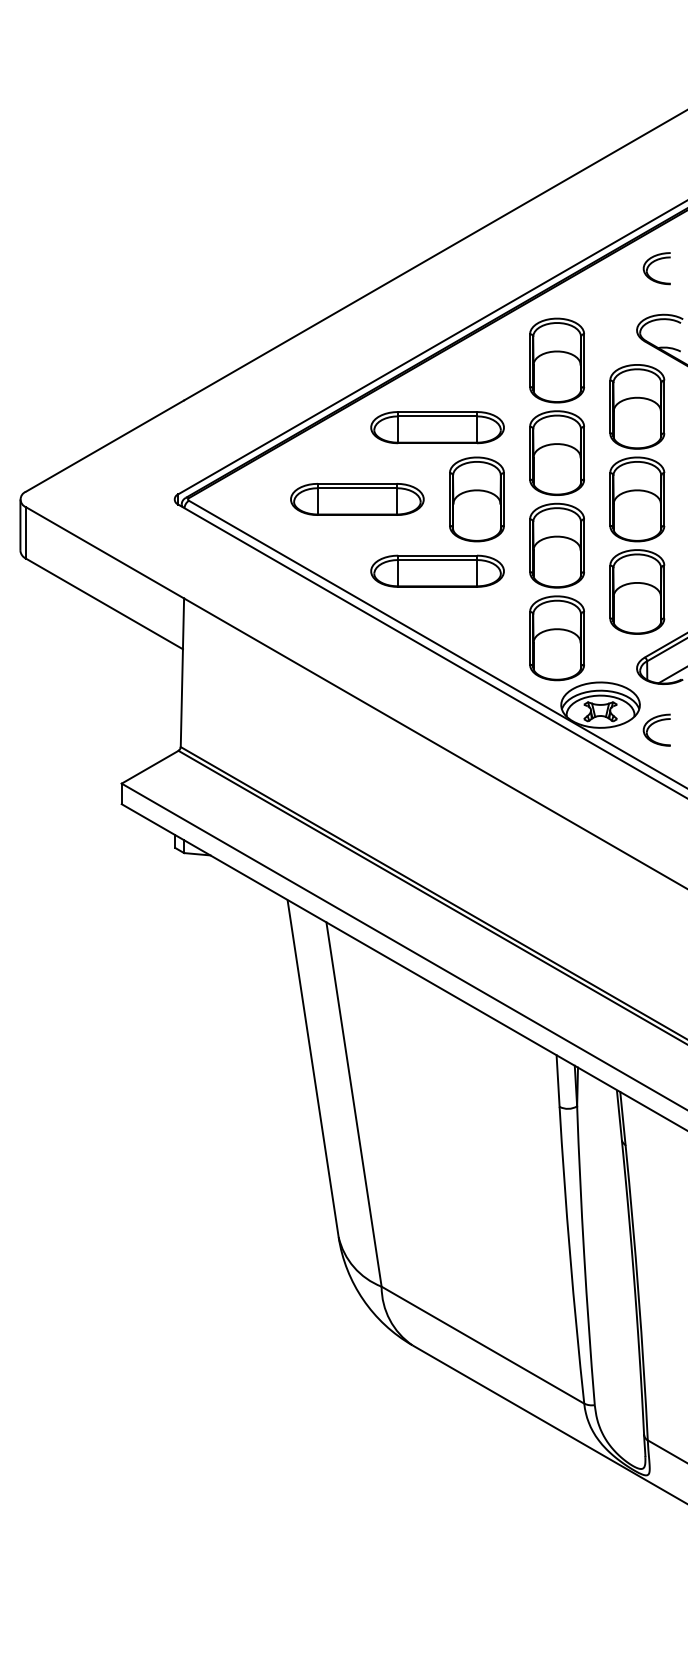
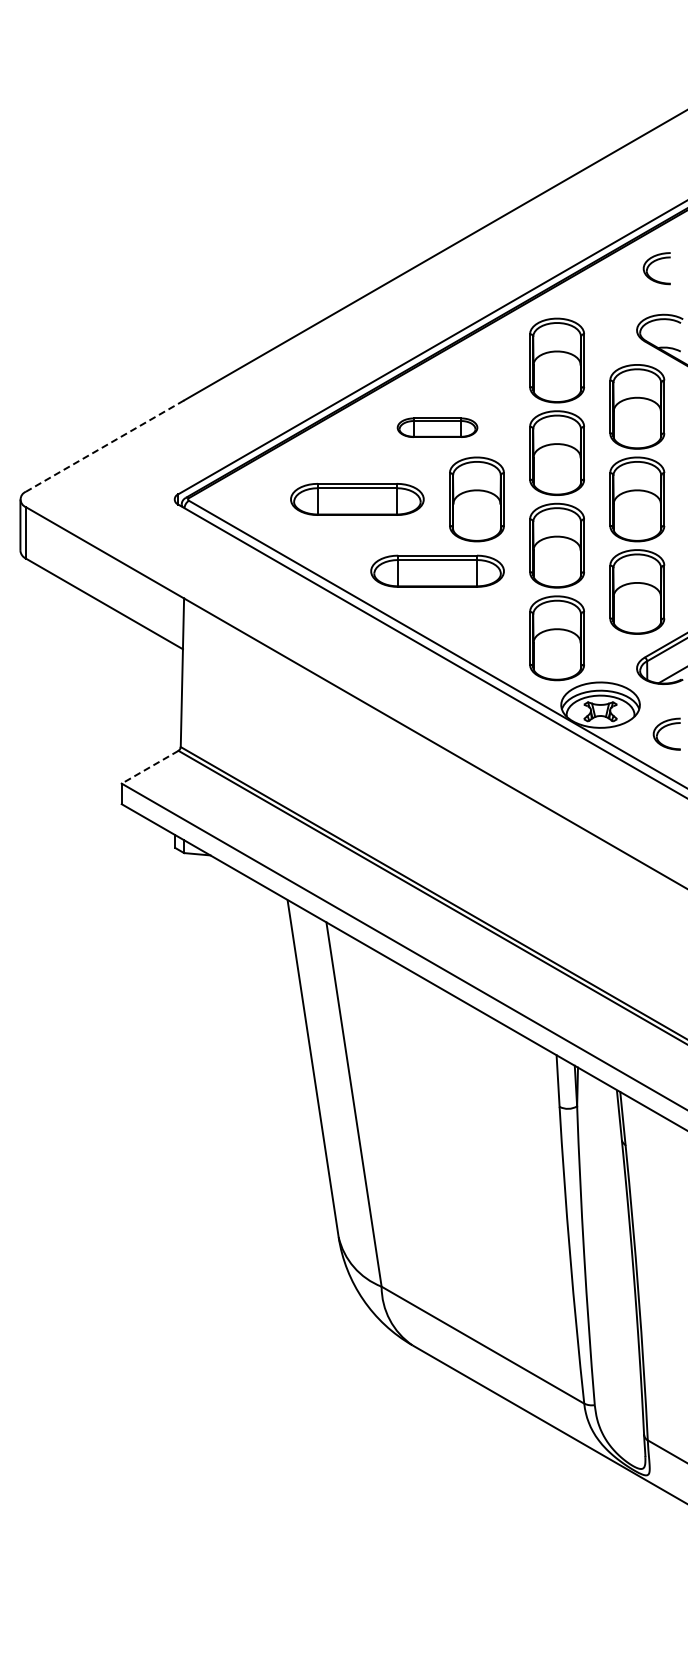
part at (437, 427) size: 135x34 px -> 83x21 px
line at (104, 446): solid -> dashed
part at (656, 729) position: (656, 729) -> (666, 733)
line at (150, 767): solid -> dashed
